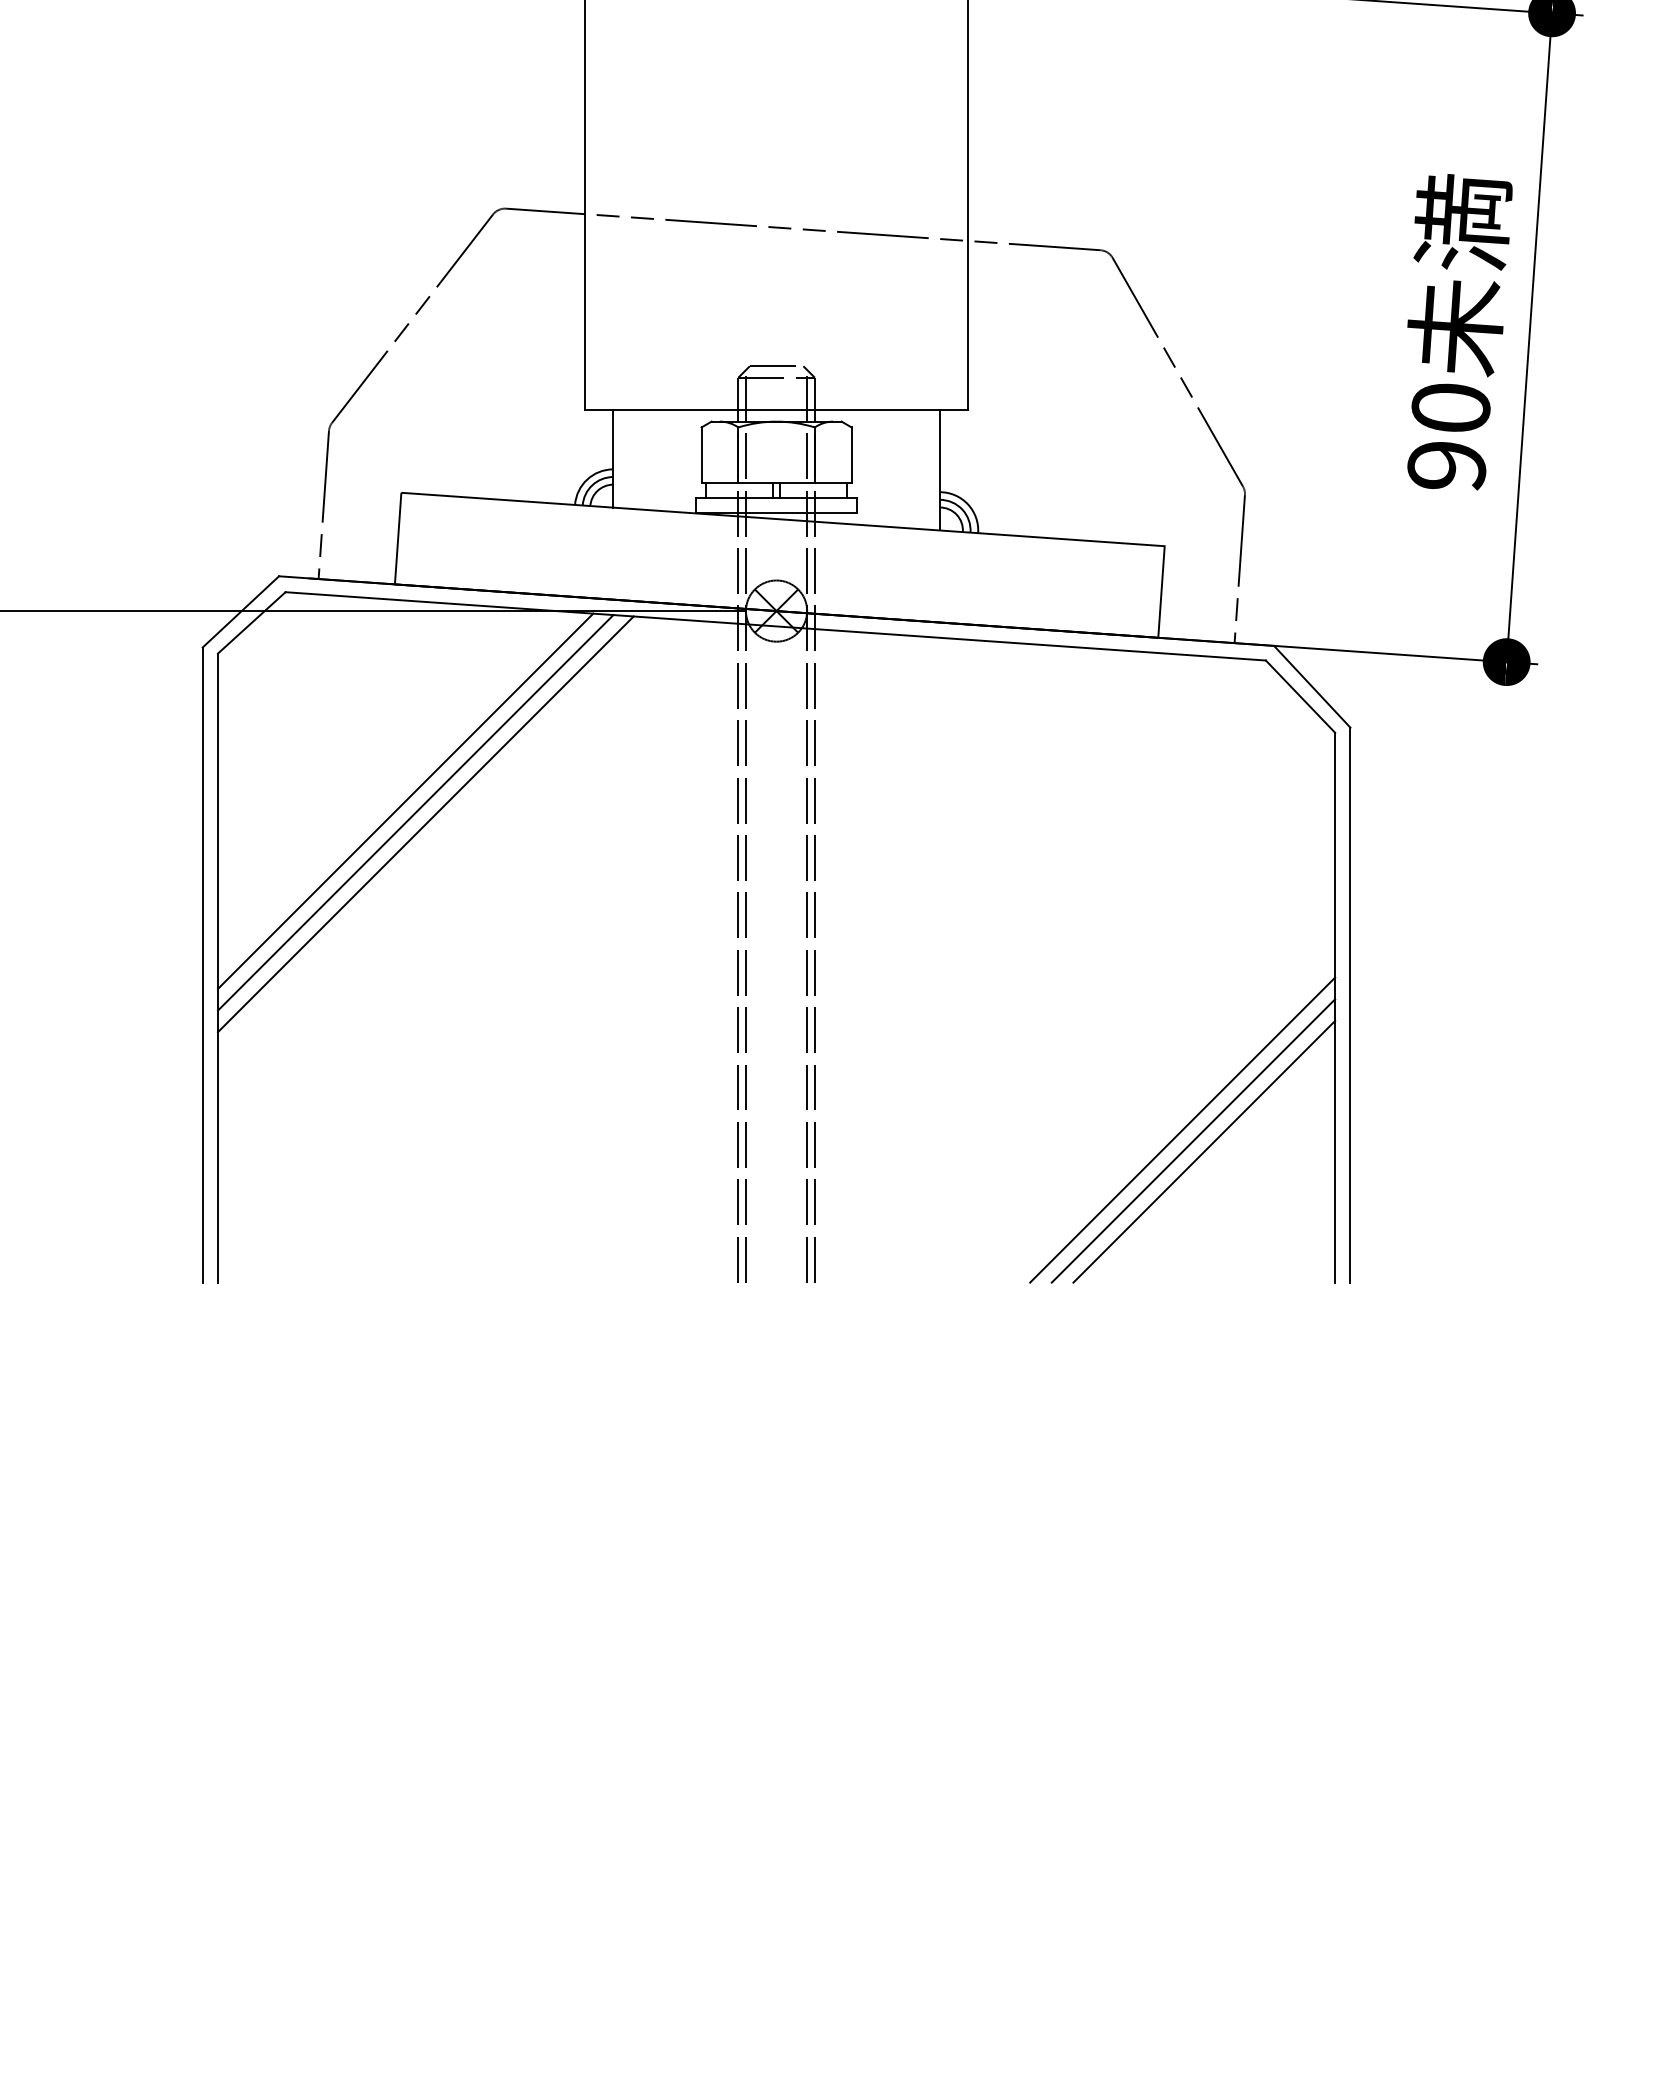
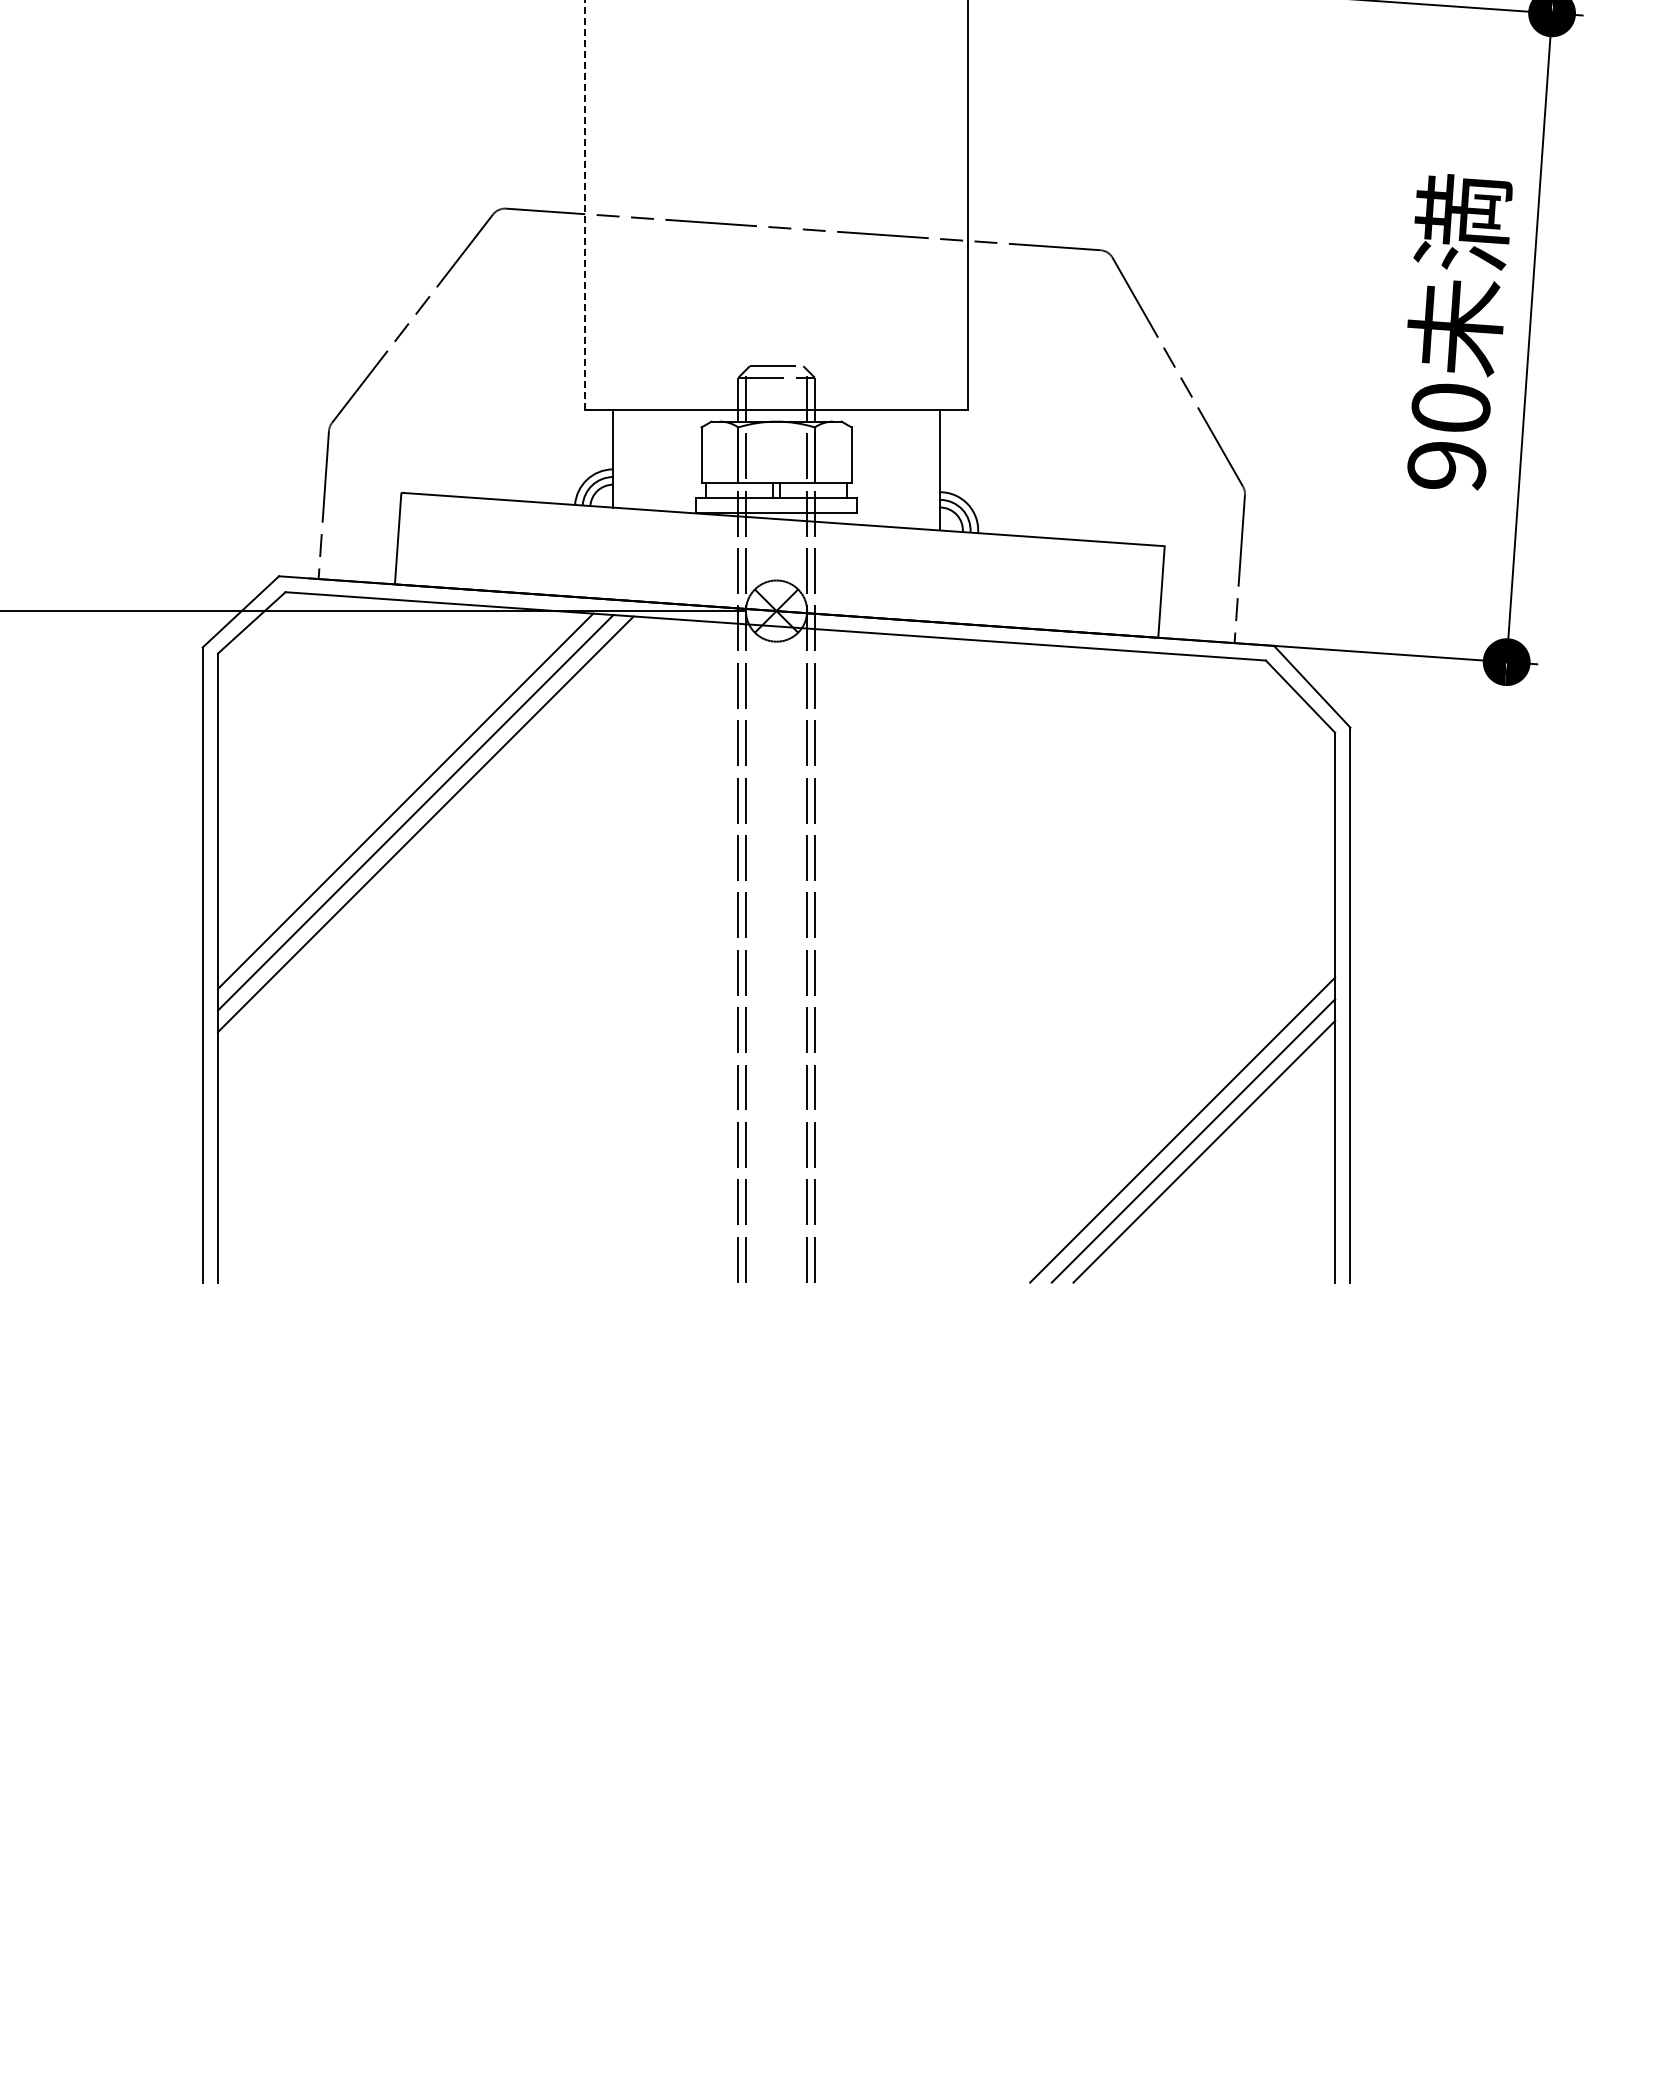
line at (585, 205): solid -> dashed
